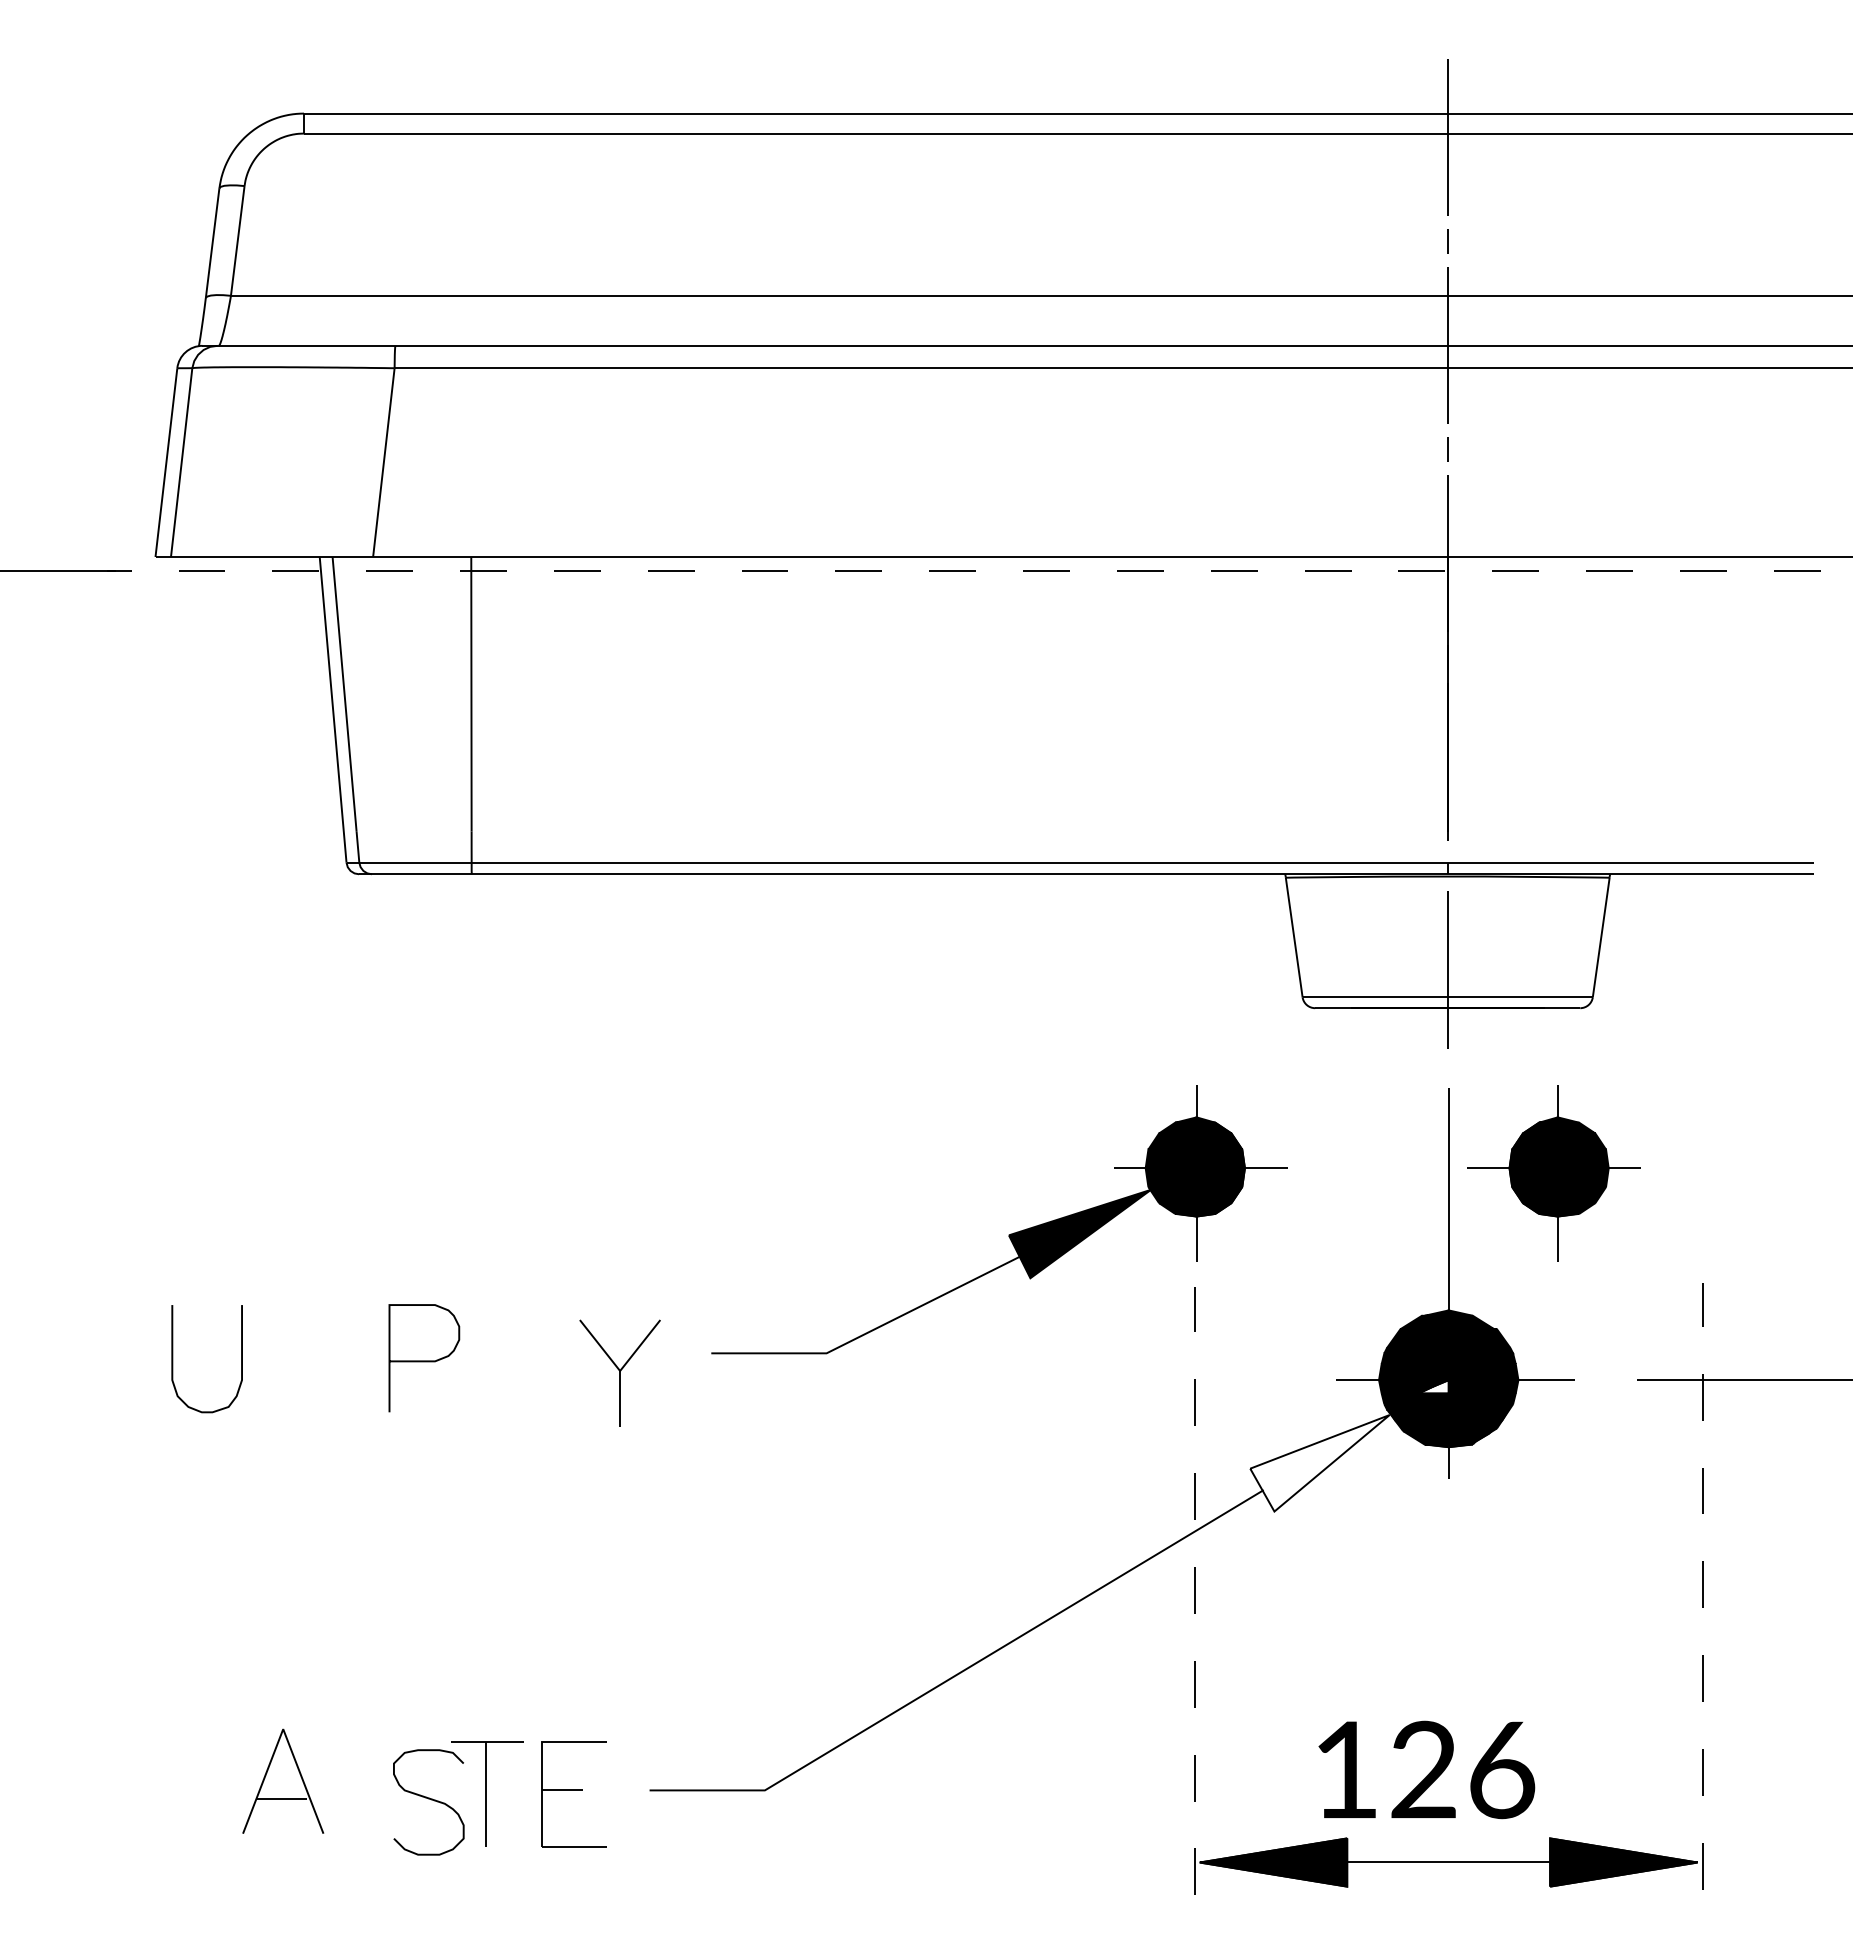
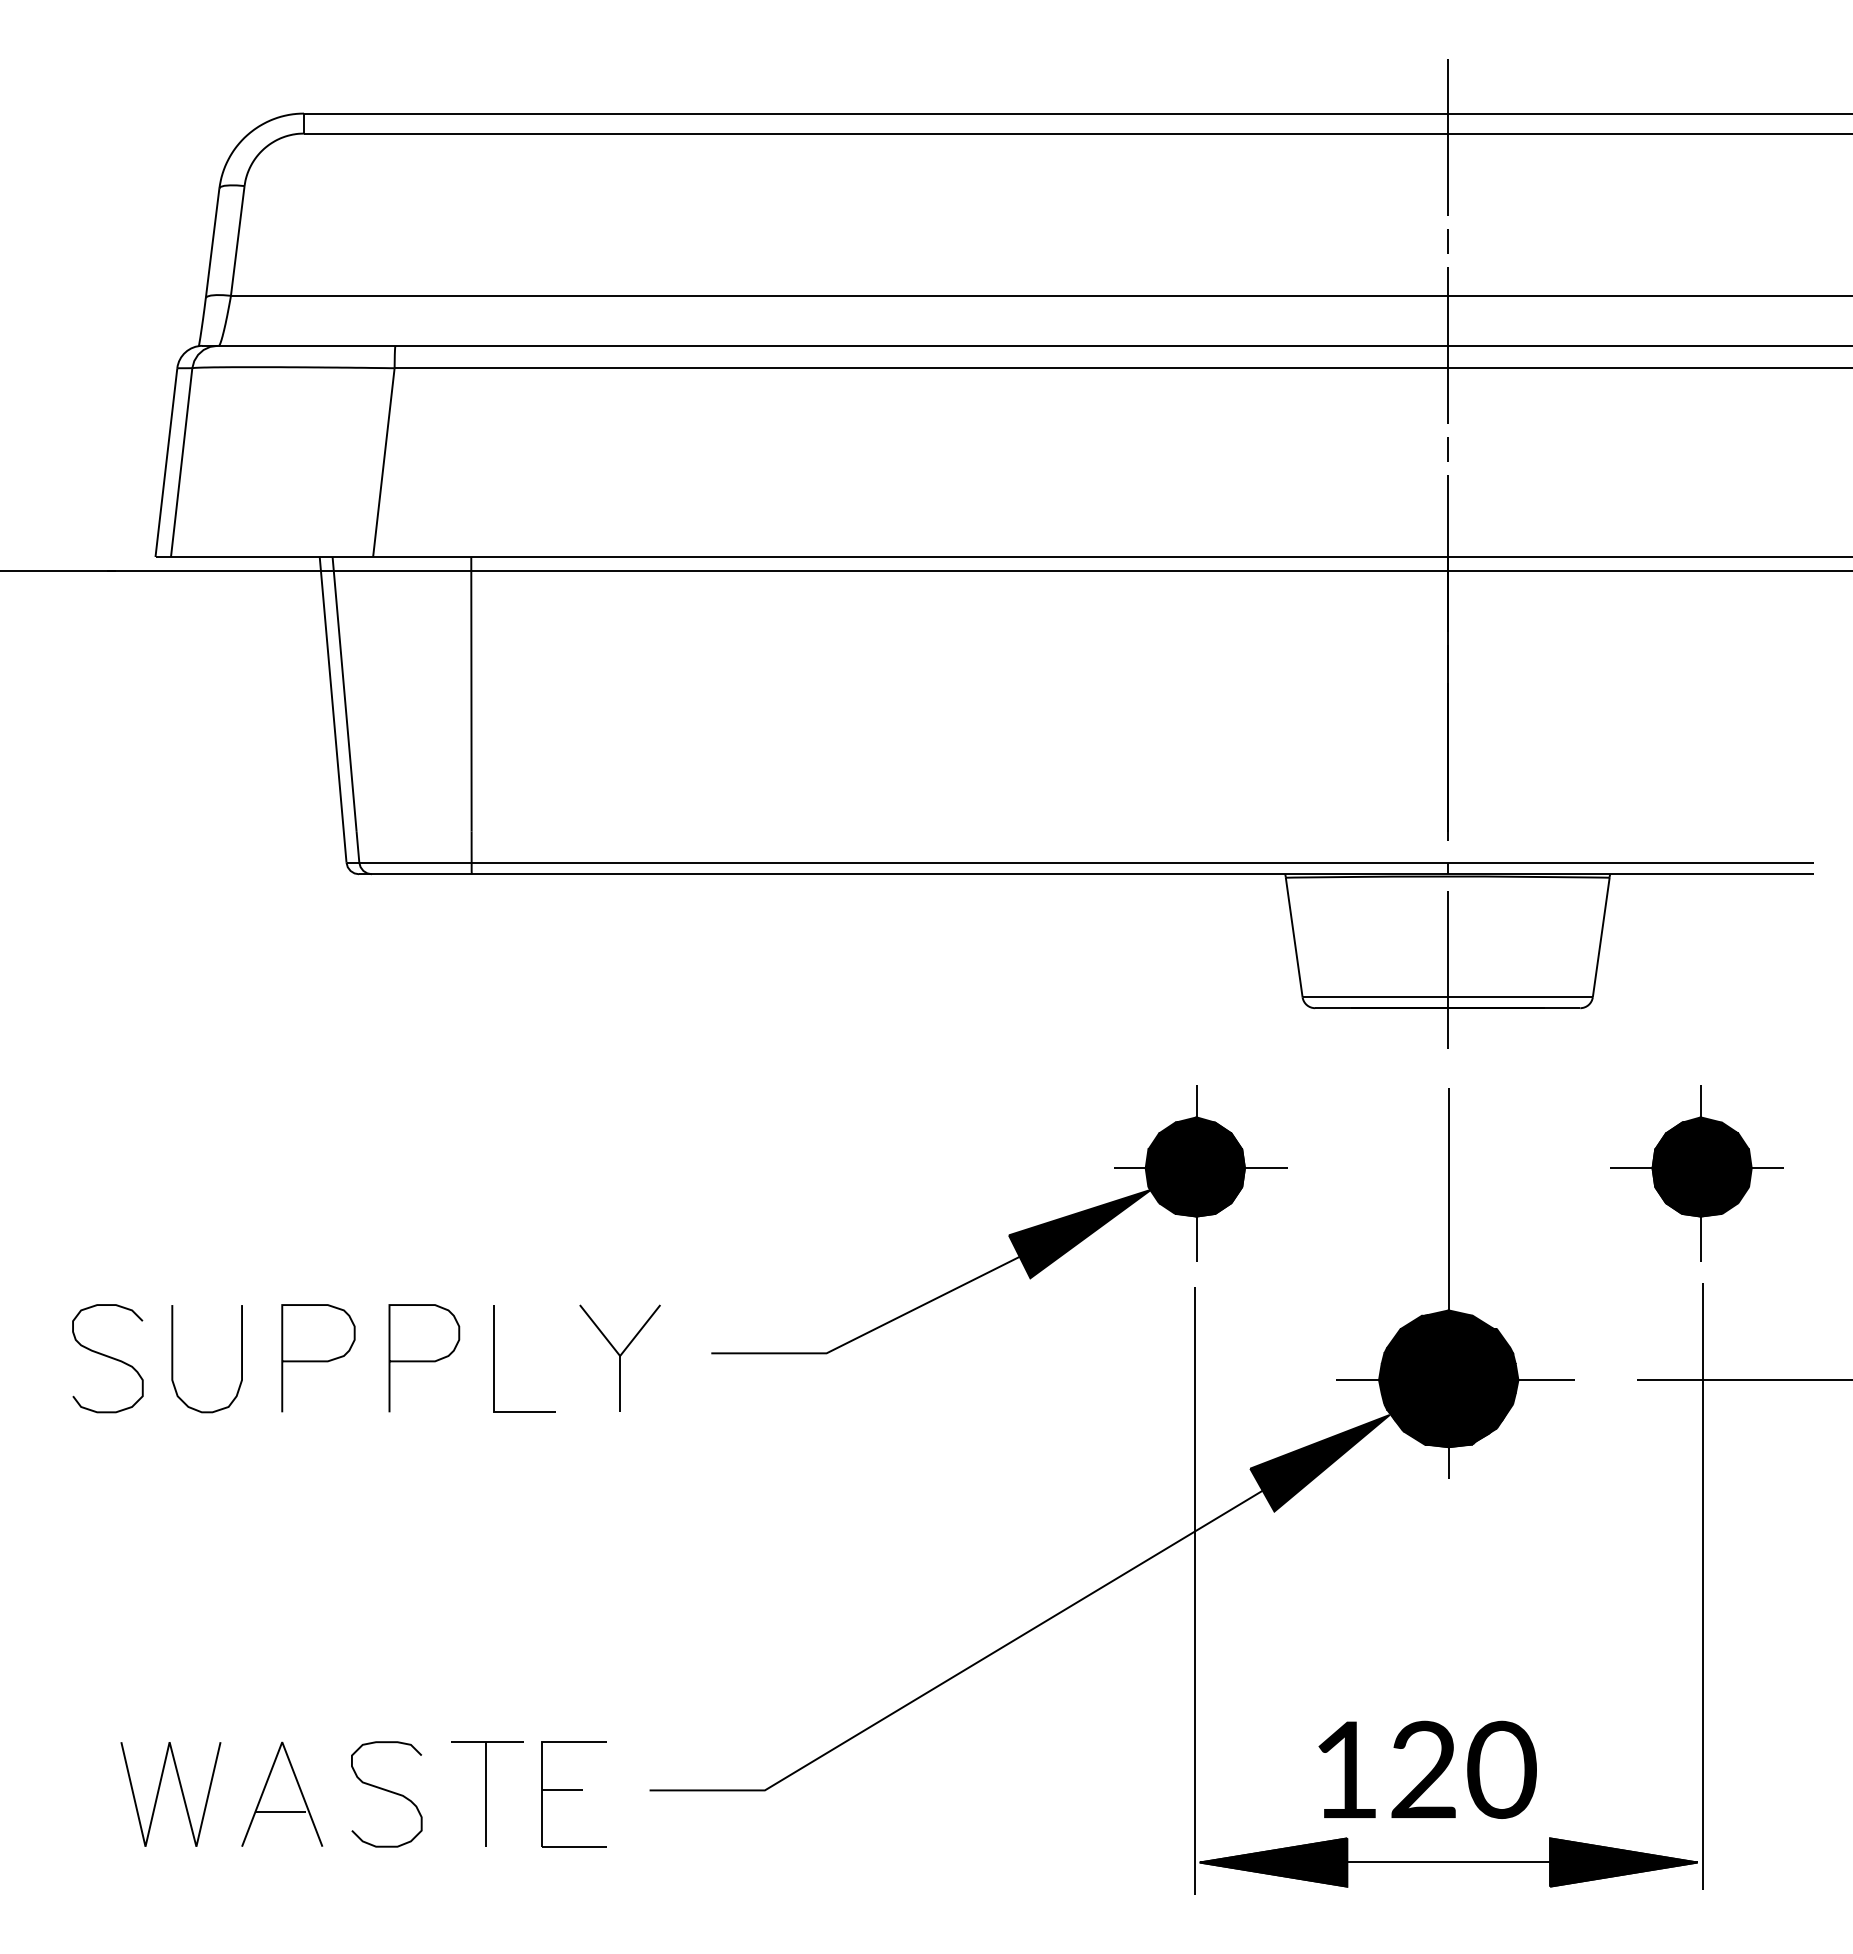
line at (979, 571): dashed -> solid
part at (1553, 1173) position: (1553, 1173) -> (1696, 1173)
curve at (107, 1357): none -> present
line at (494, 1358): none -> present
curve at (318, 1360): none -> present
part at (619, 1372) position: (619, 1372) -> (619, 1357)
fill at (1432, 1386): none -> present
fill at (1319, 1463): none -> present
line at (1702, 1585): dashed -> solid
line at (1195, 1590): dashed -> solid
text at (1501, 1769): 126 -> 120
part at (299, 1774) position: (299, 1774) -> (298, 1787)
line at (181, 1793): none -> present
curve at (428, 1799) position: (428, 1799) -> (386, 1791)
